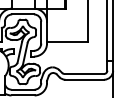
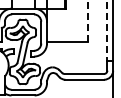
line at (88, 21): solid -> dashed
line at (107, 30): solid -> dashed
